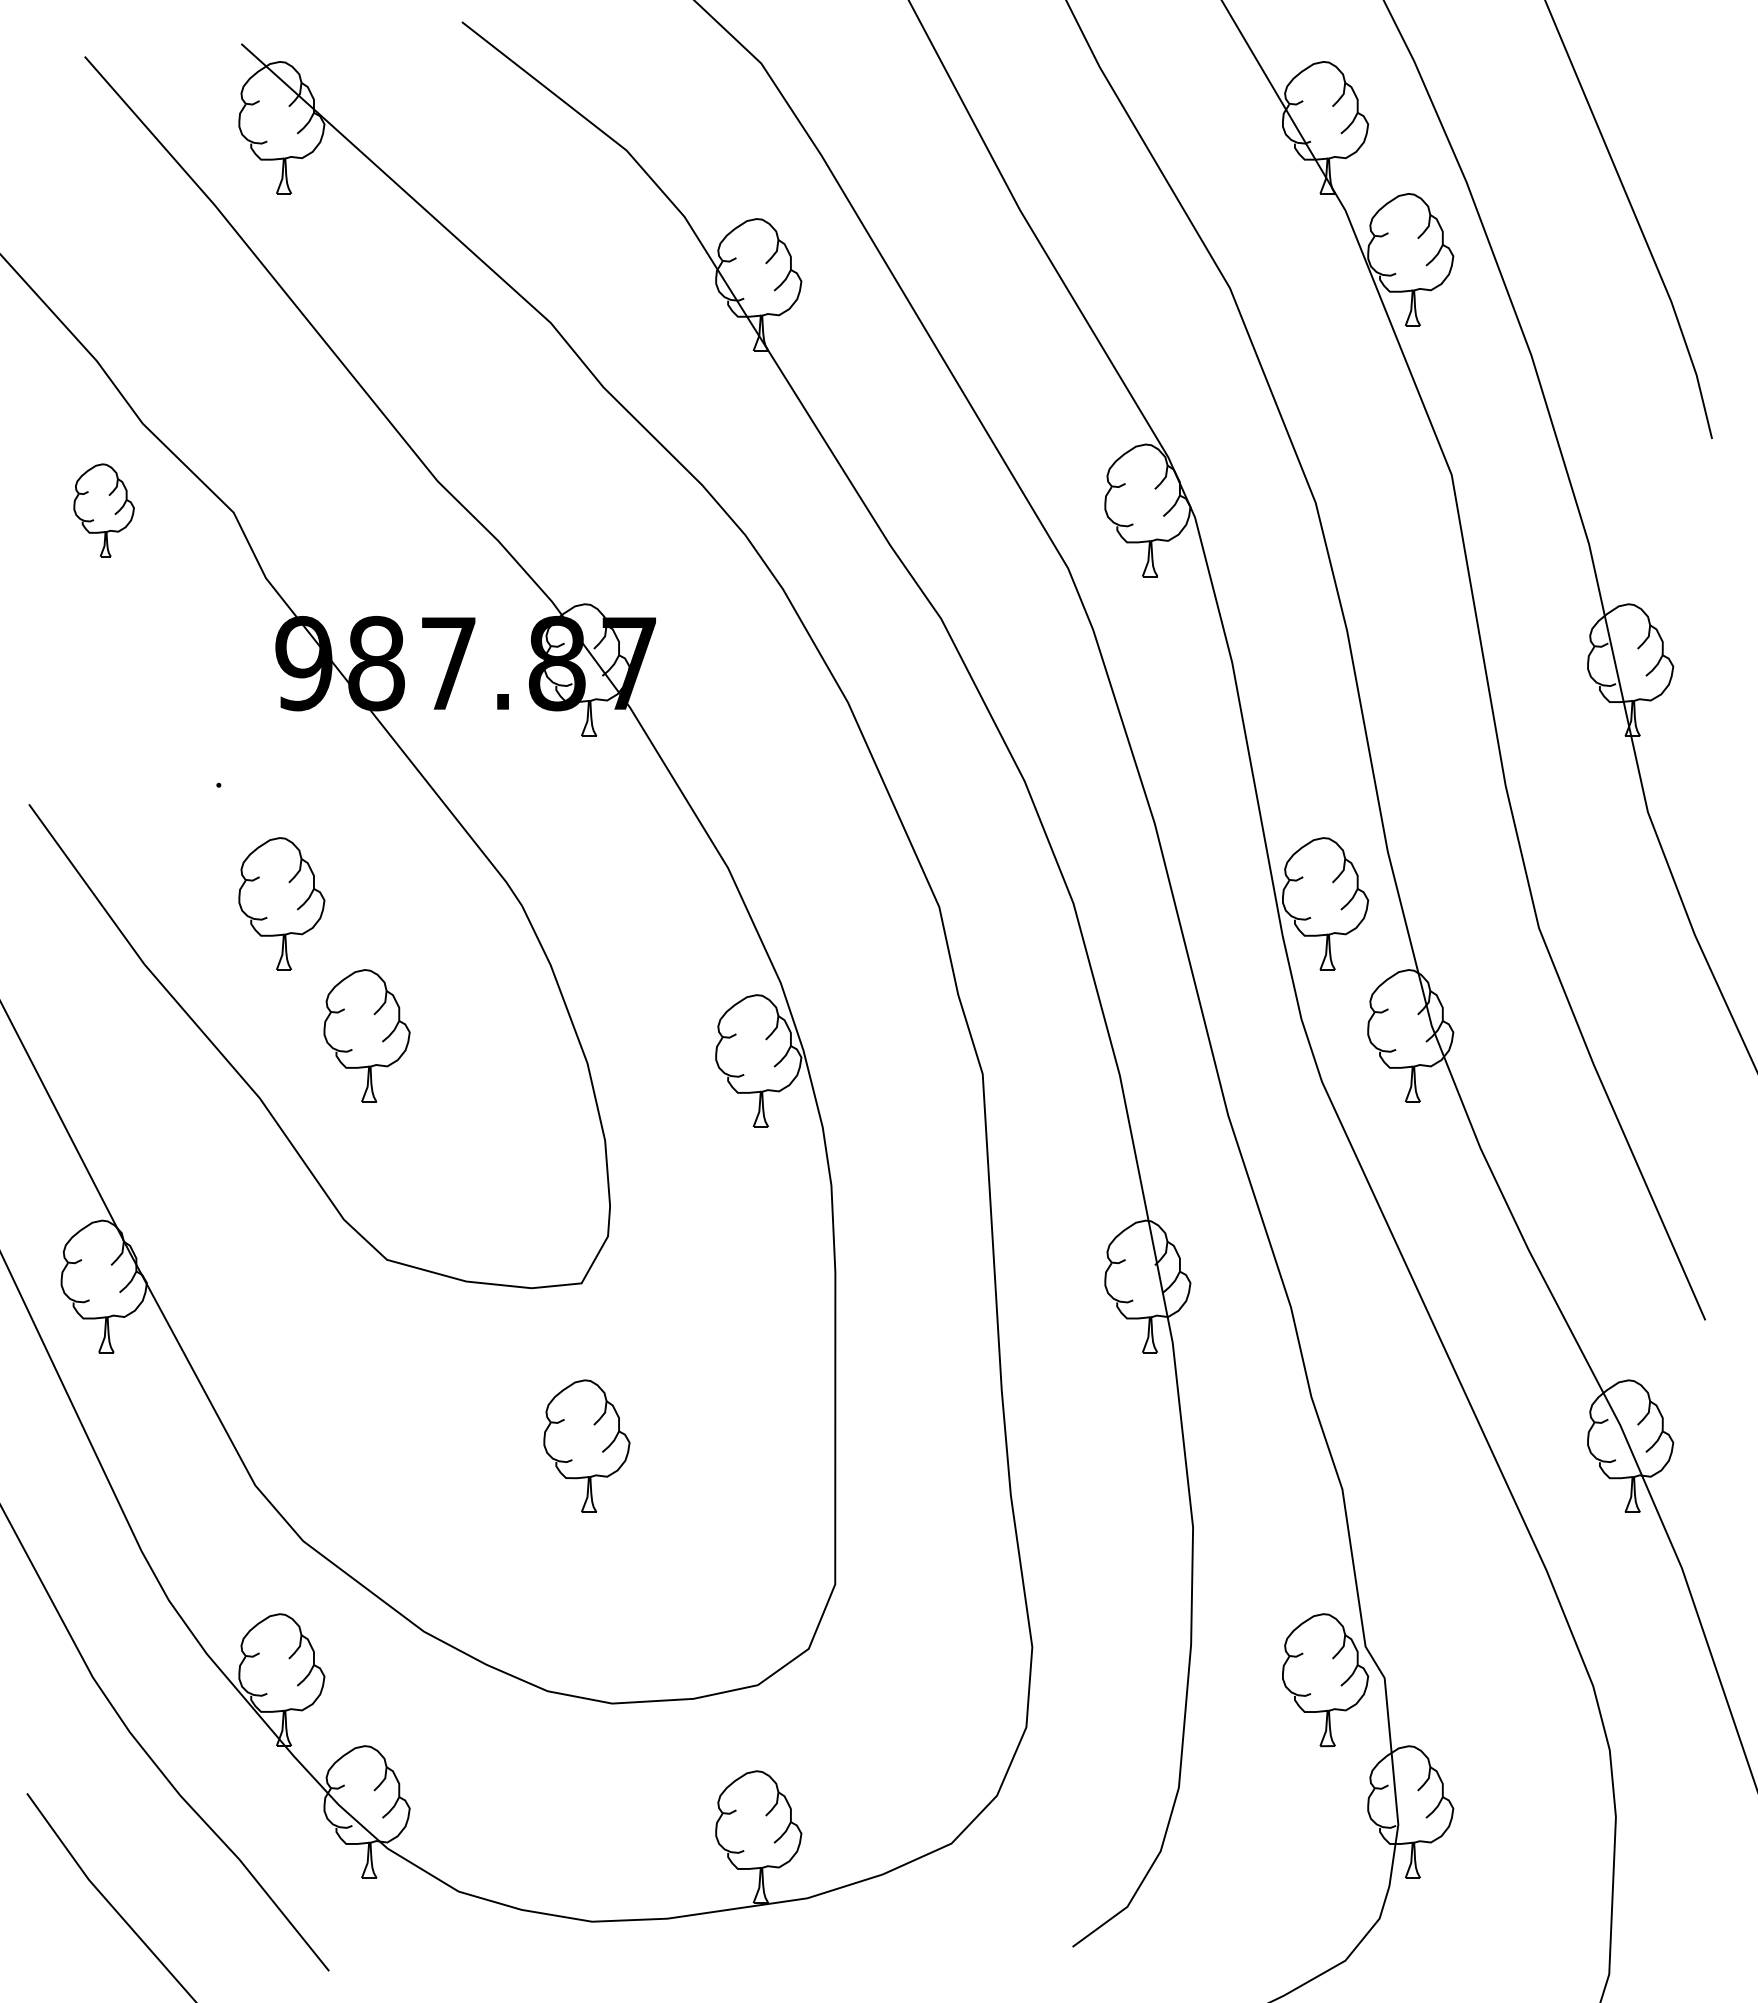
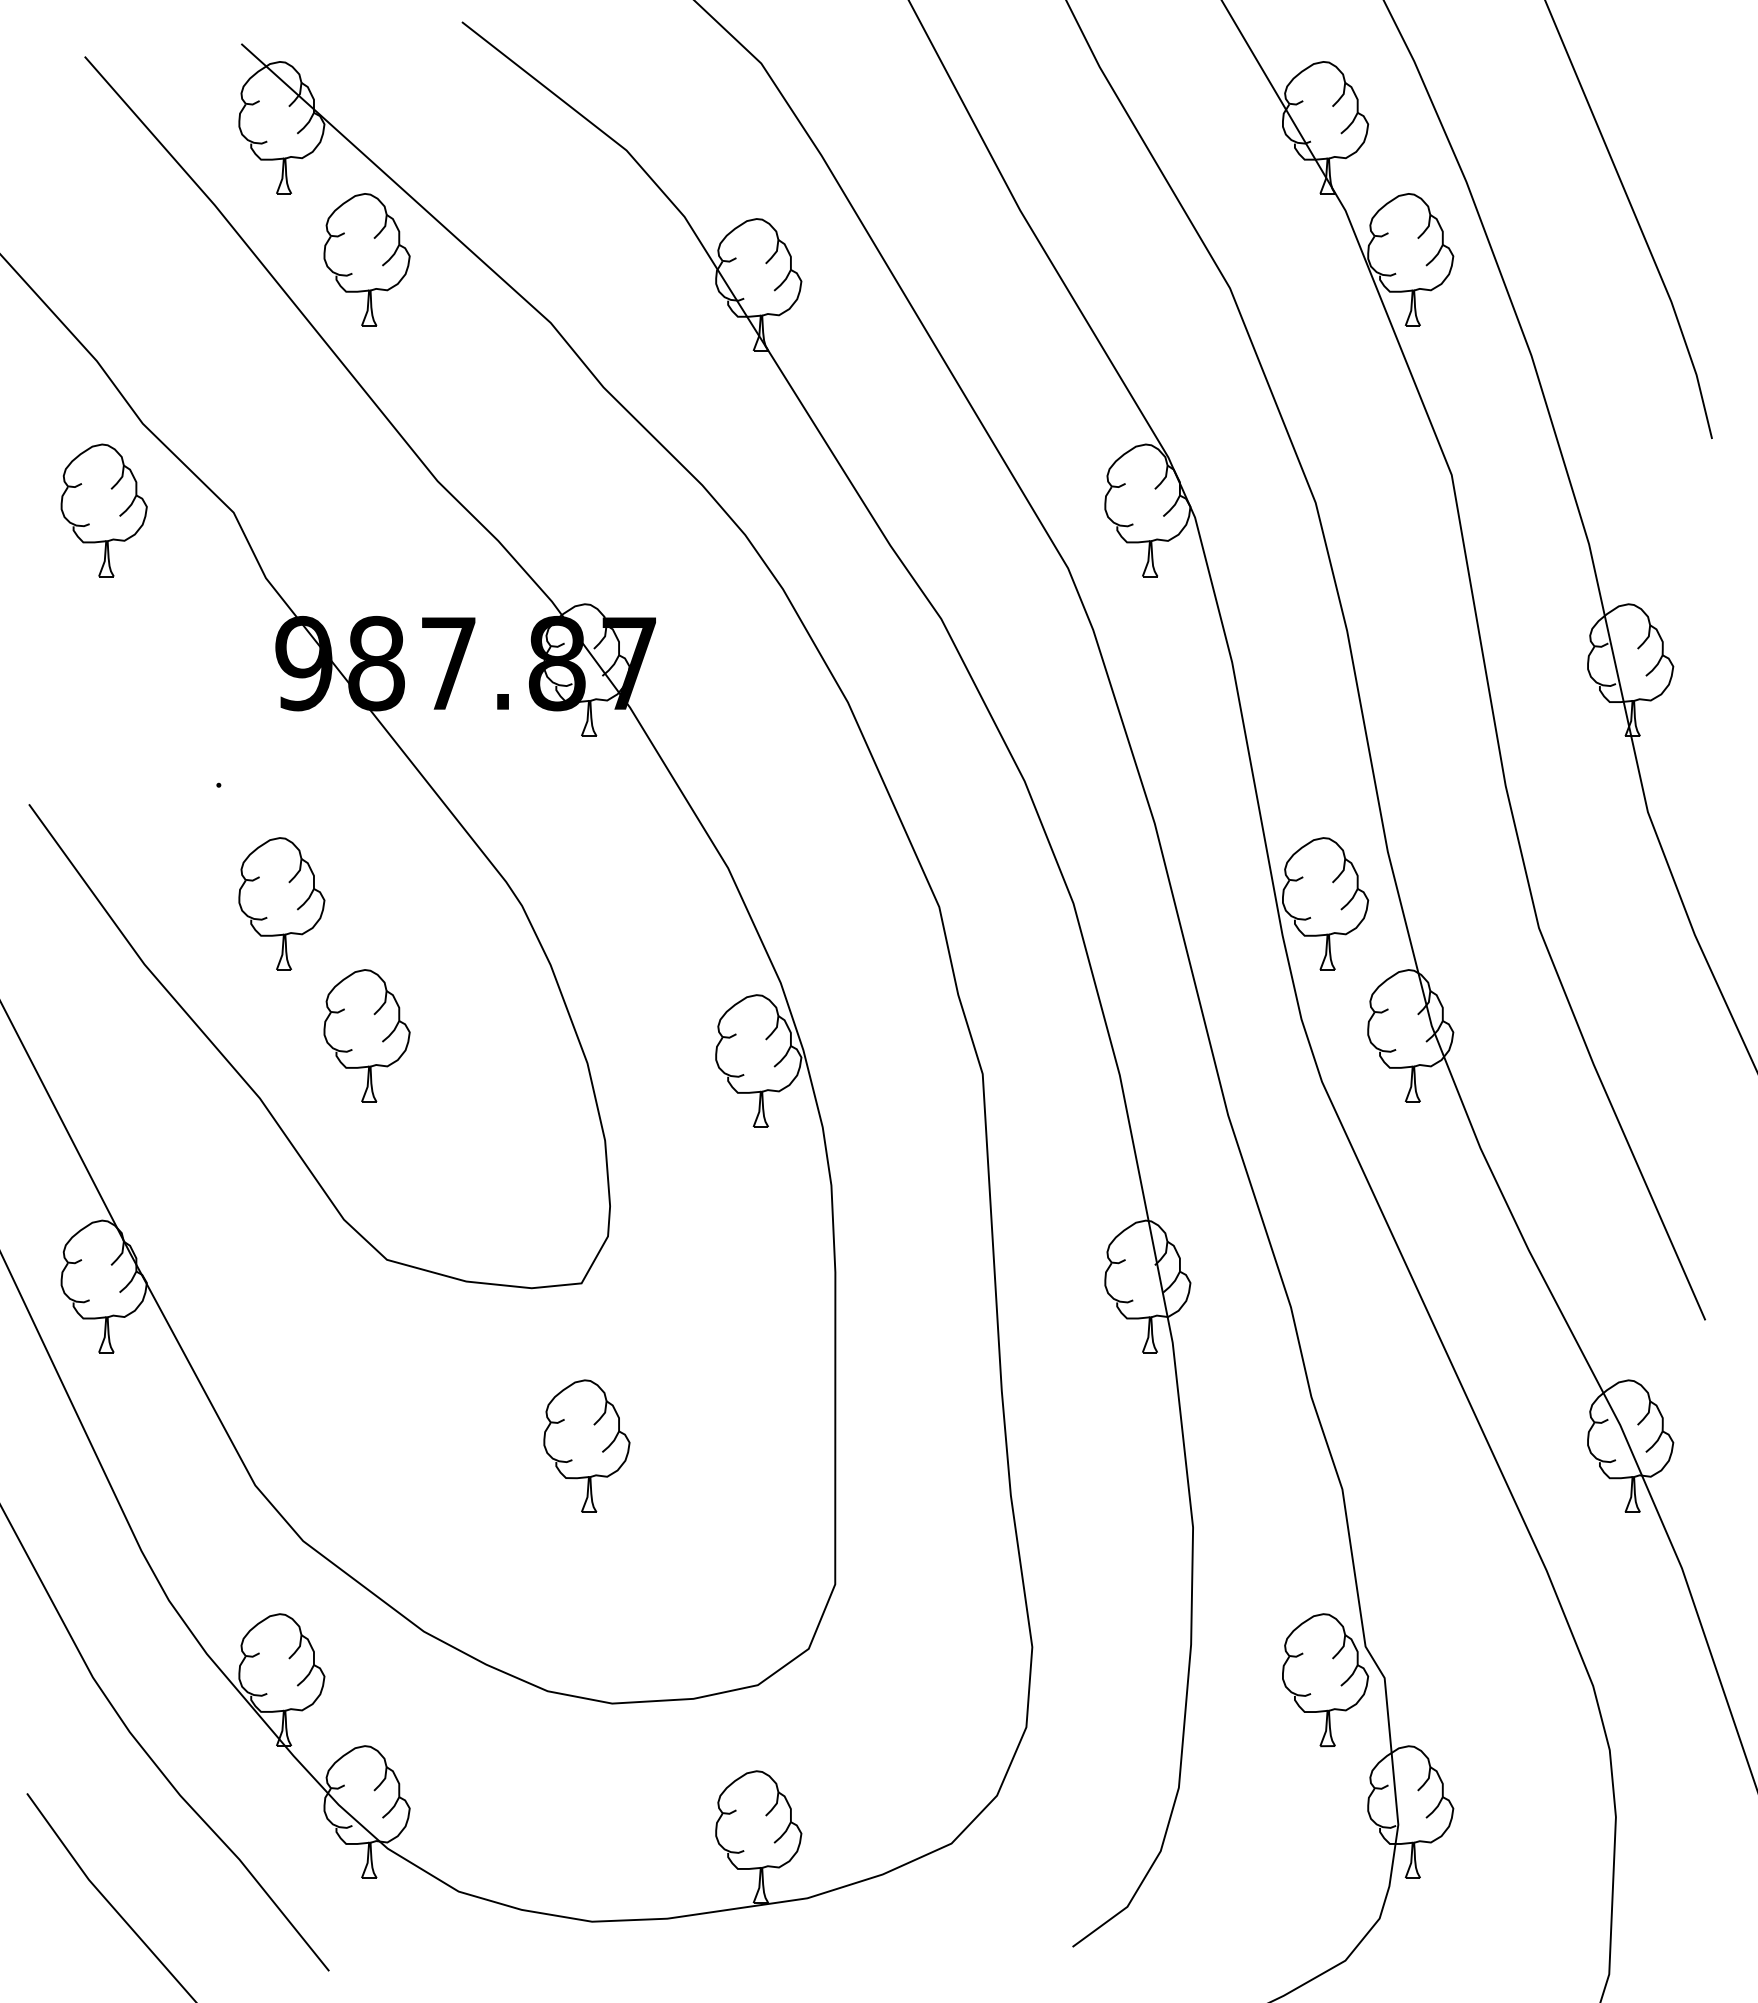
part at (366, 259): none -> present
part at (103, 510) size: 62x95 px -> 88x135 px
